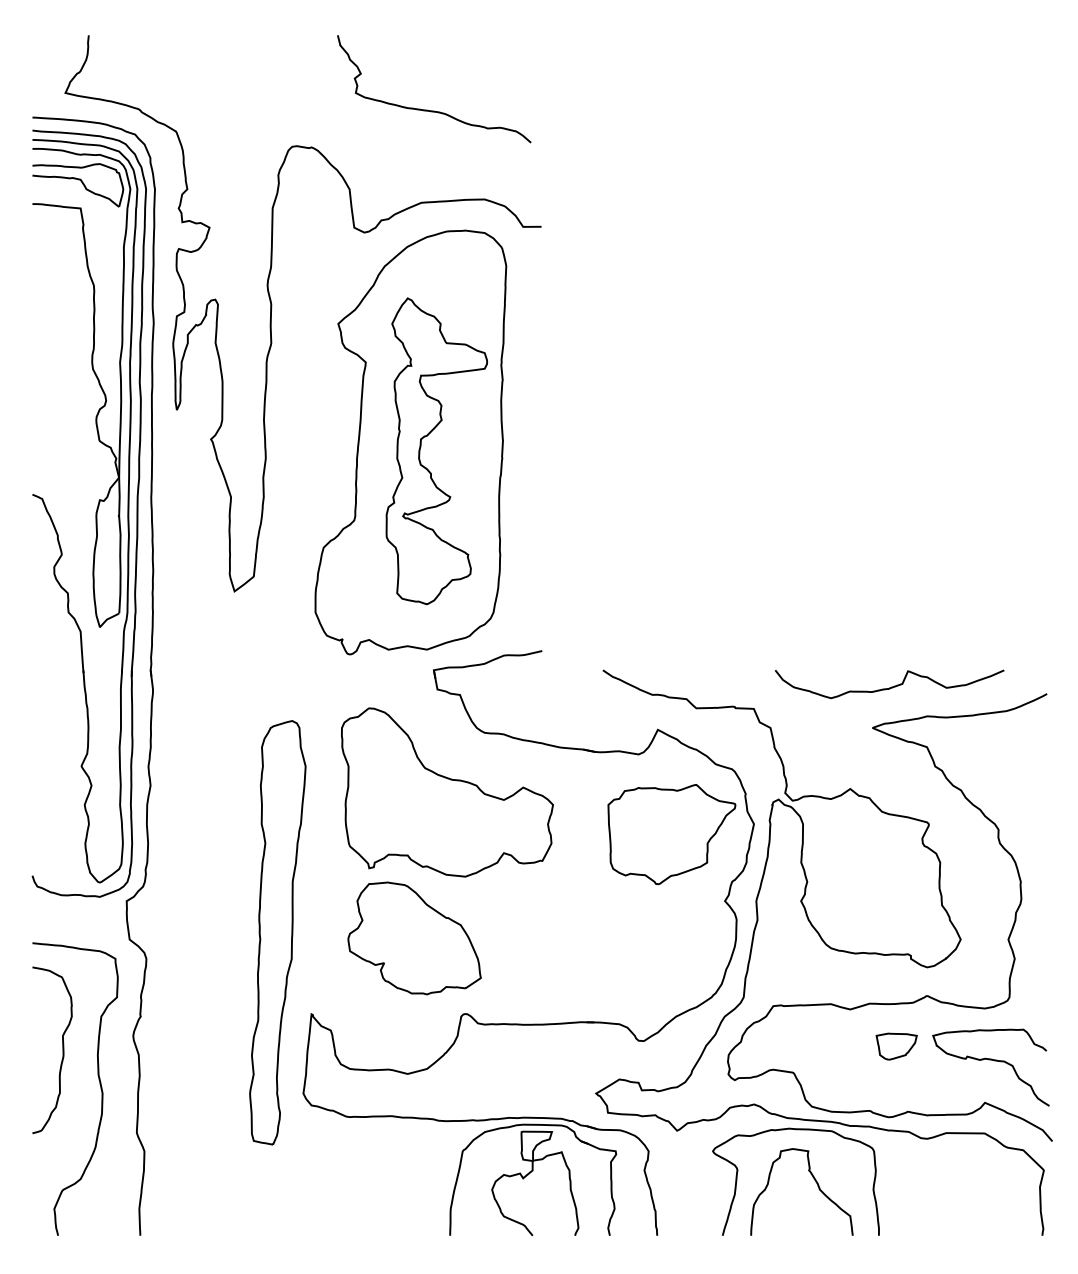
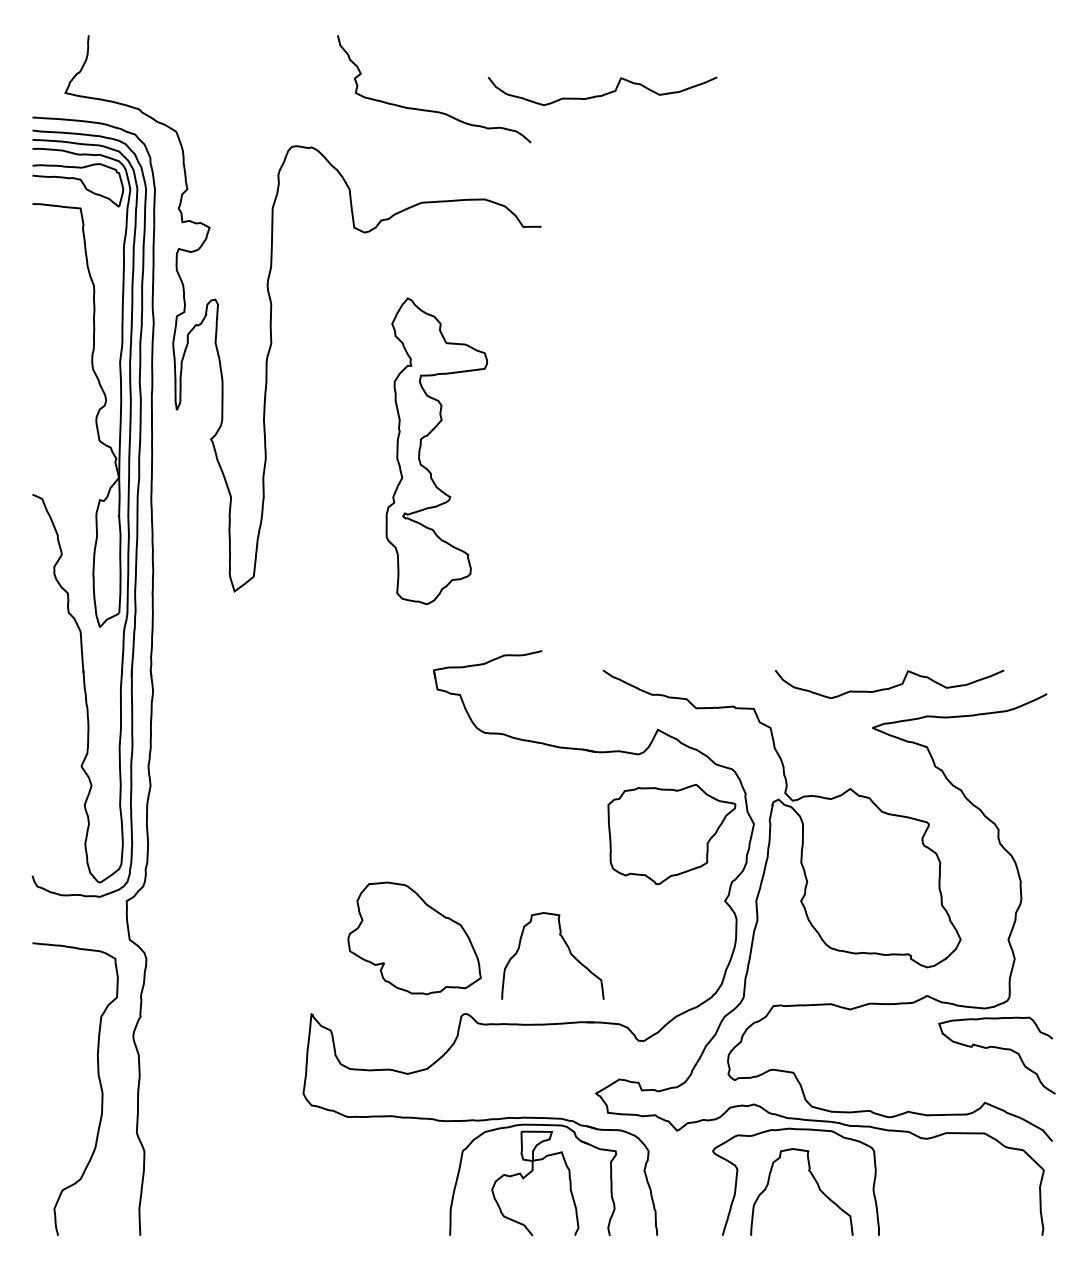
curve at (604, 93): none -> present
part at (410, 442): present -> none
part at (447, 792): present -> none
part at (277, 932): present -> none
curve at (566, 946): none -> present
part at (896, 1046): present -> none
curve at (62, 1049): present -> none
curve at (990, 1060) position: (990, 1060) -> (996, 1048)
